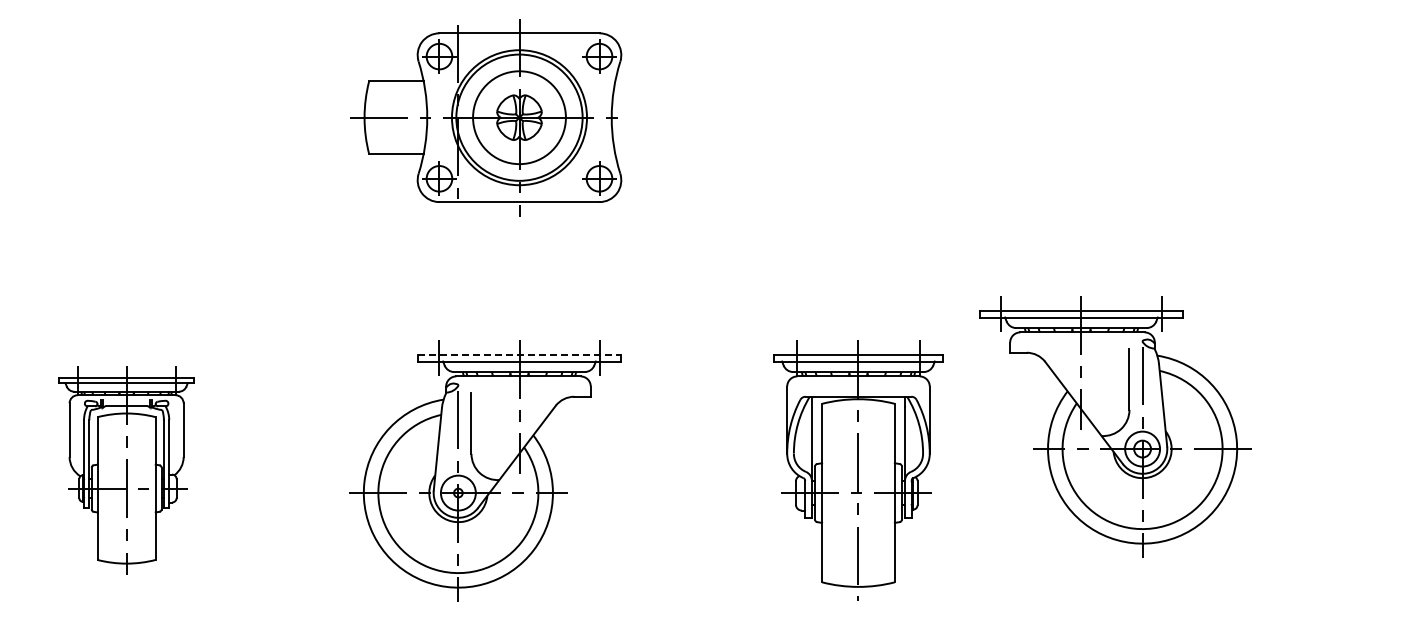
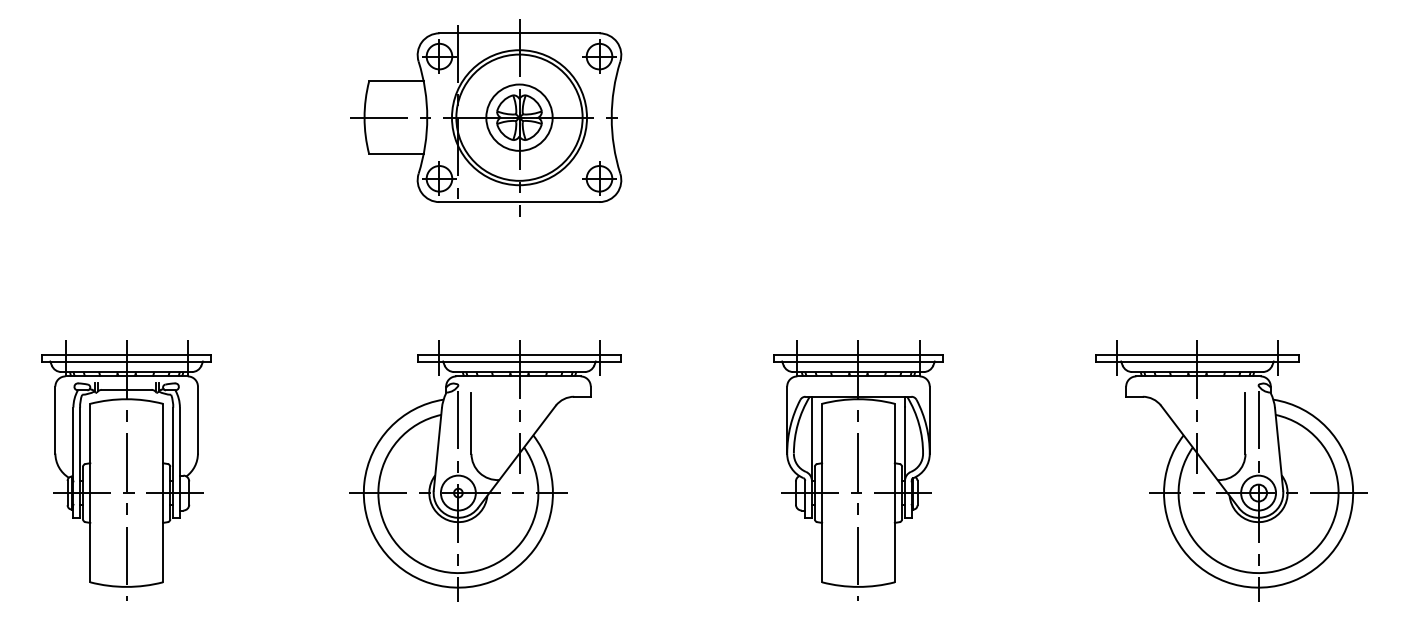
circle at (519, 117) diameter: 93 px -> 66 px
line at (519, 354): dashed -> solid
part at (1115, 426) position: (1115, 426) -> (1231, 470)
part at (126, 470) size: 137x209 px -> 171x261 px
